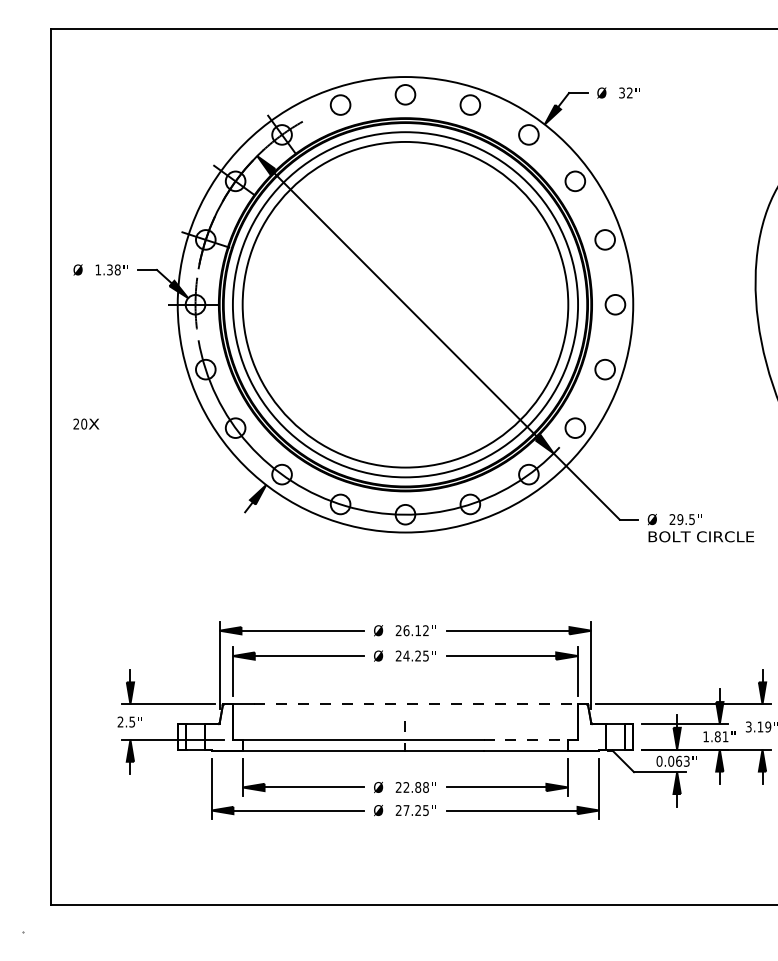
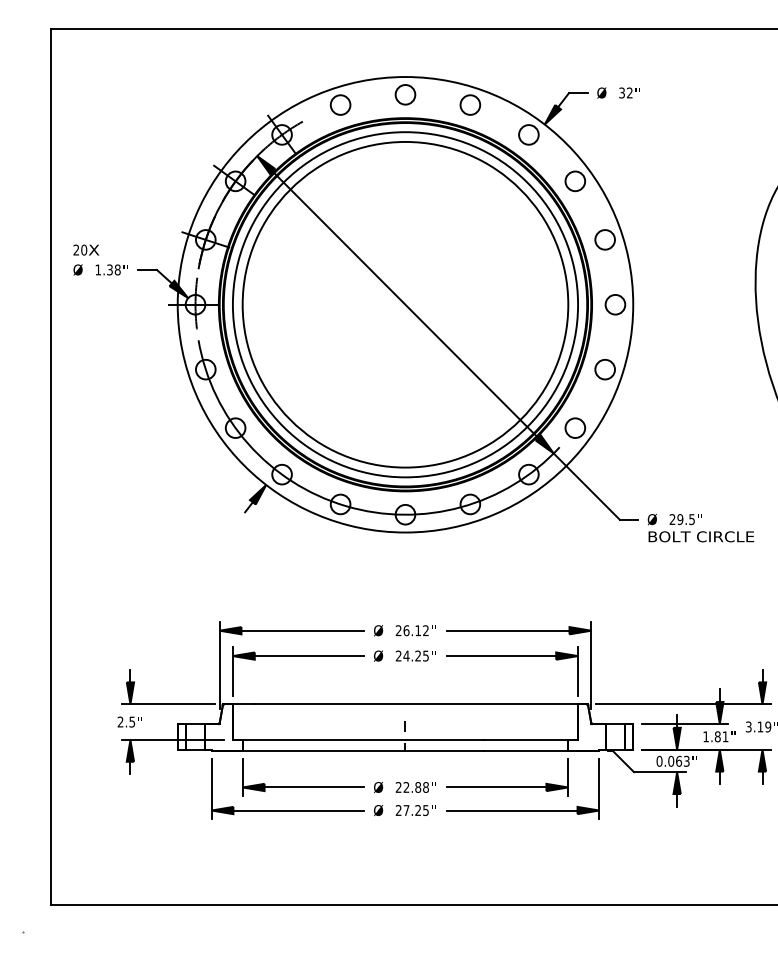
text at (86, 423) position: (86, 423) -> (86, 249)
line at (416, 704): dashed -> solid
line at (526, 739): dashed -> solid
